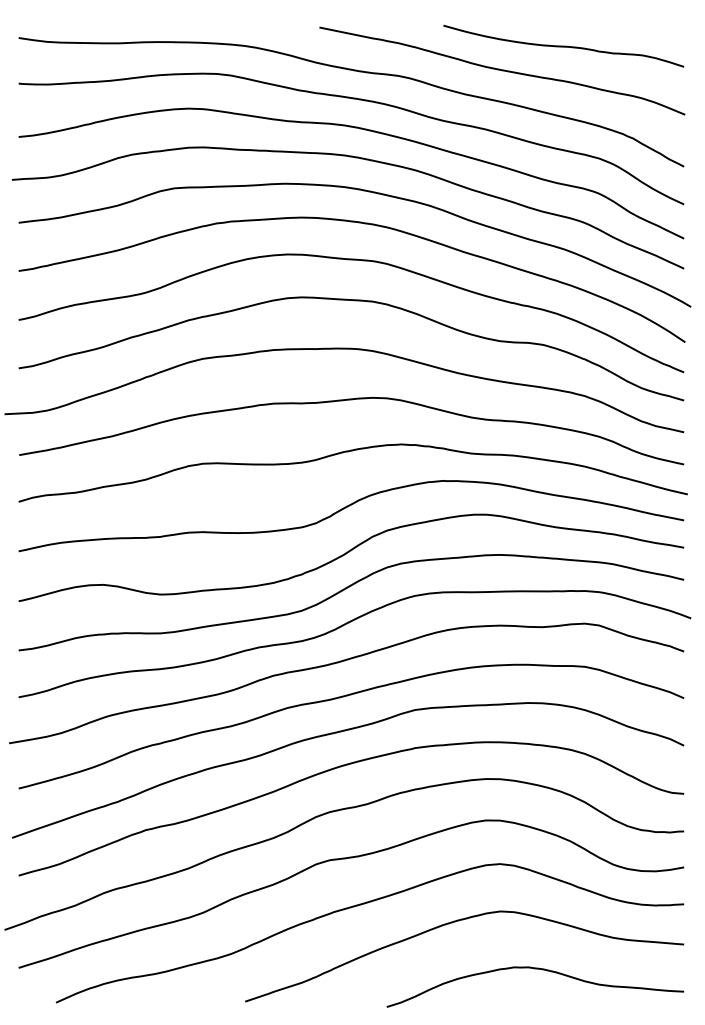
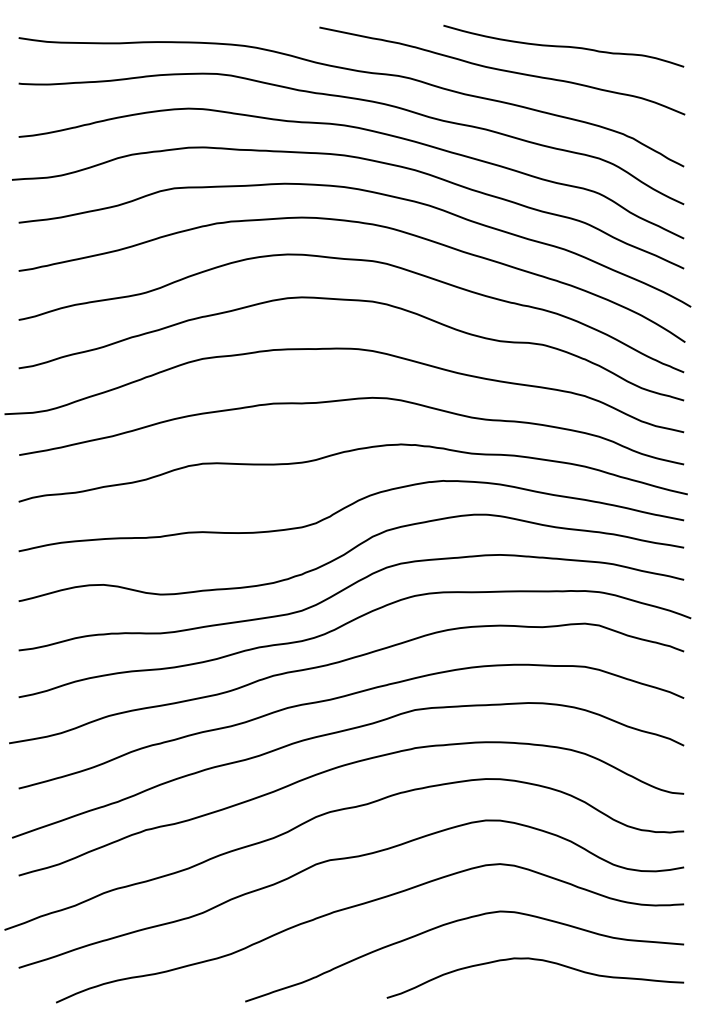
curve at (535, 969) position: (535, 969) -> (535, 960)
